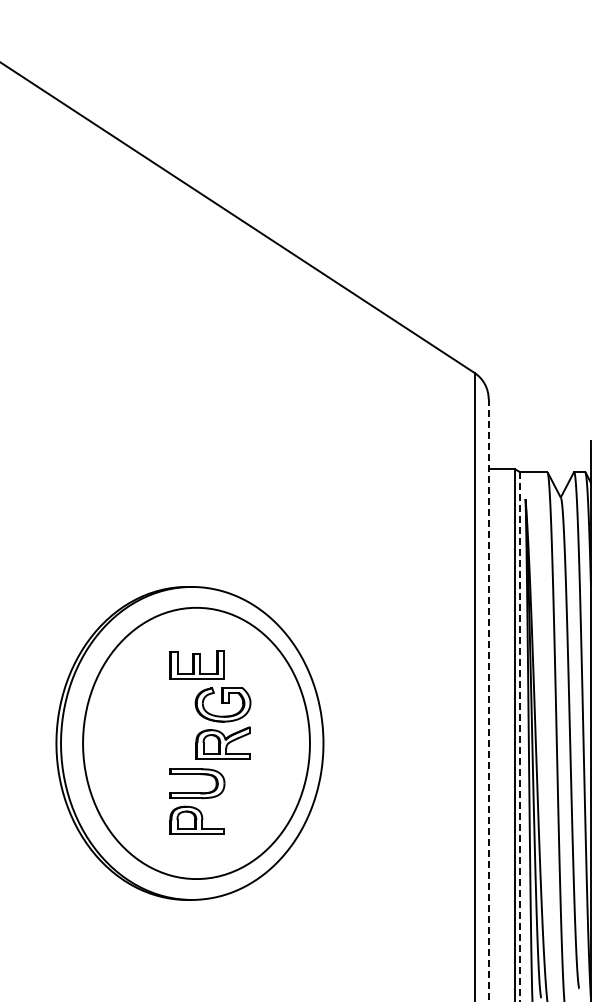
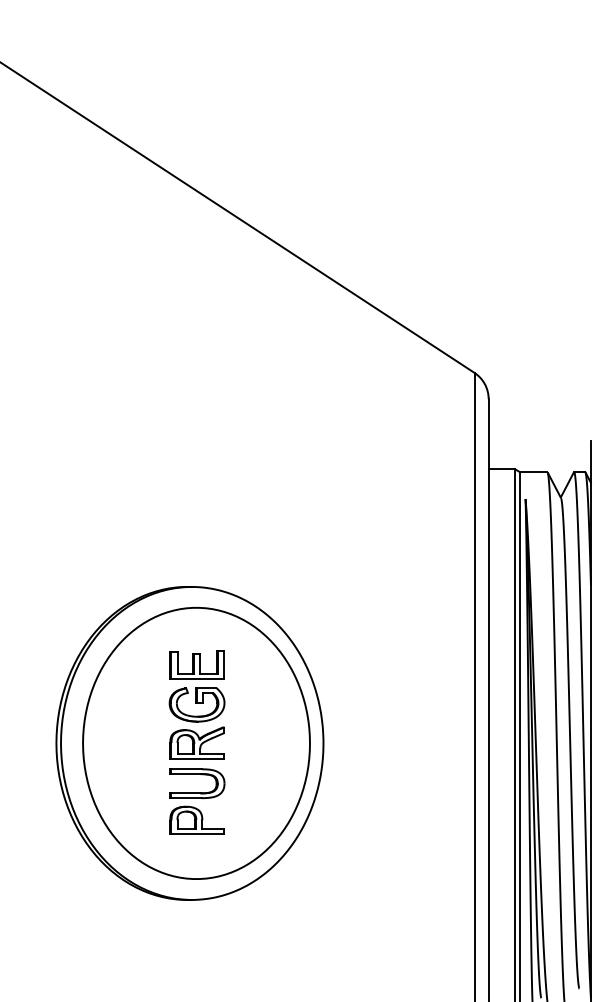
line at (488, 700): dashed -> solid
part at (222, 723) position: (222, 723) -> (196, 723)
line at (519, 736): dashed -> solid
